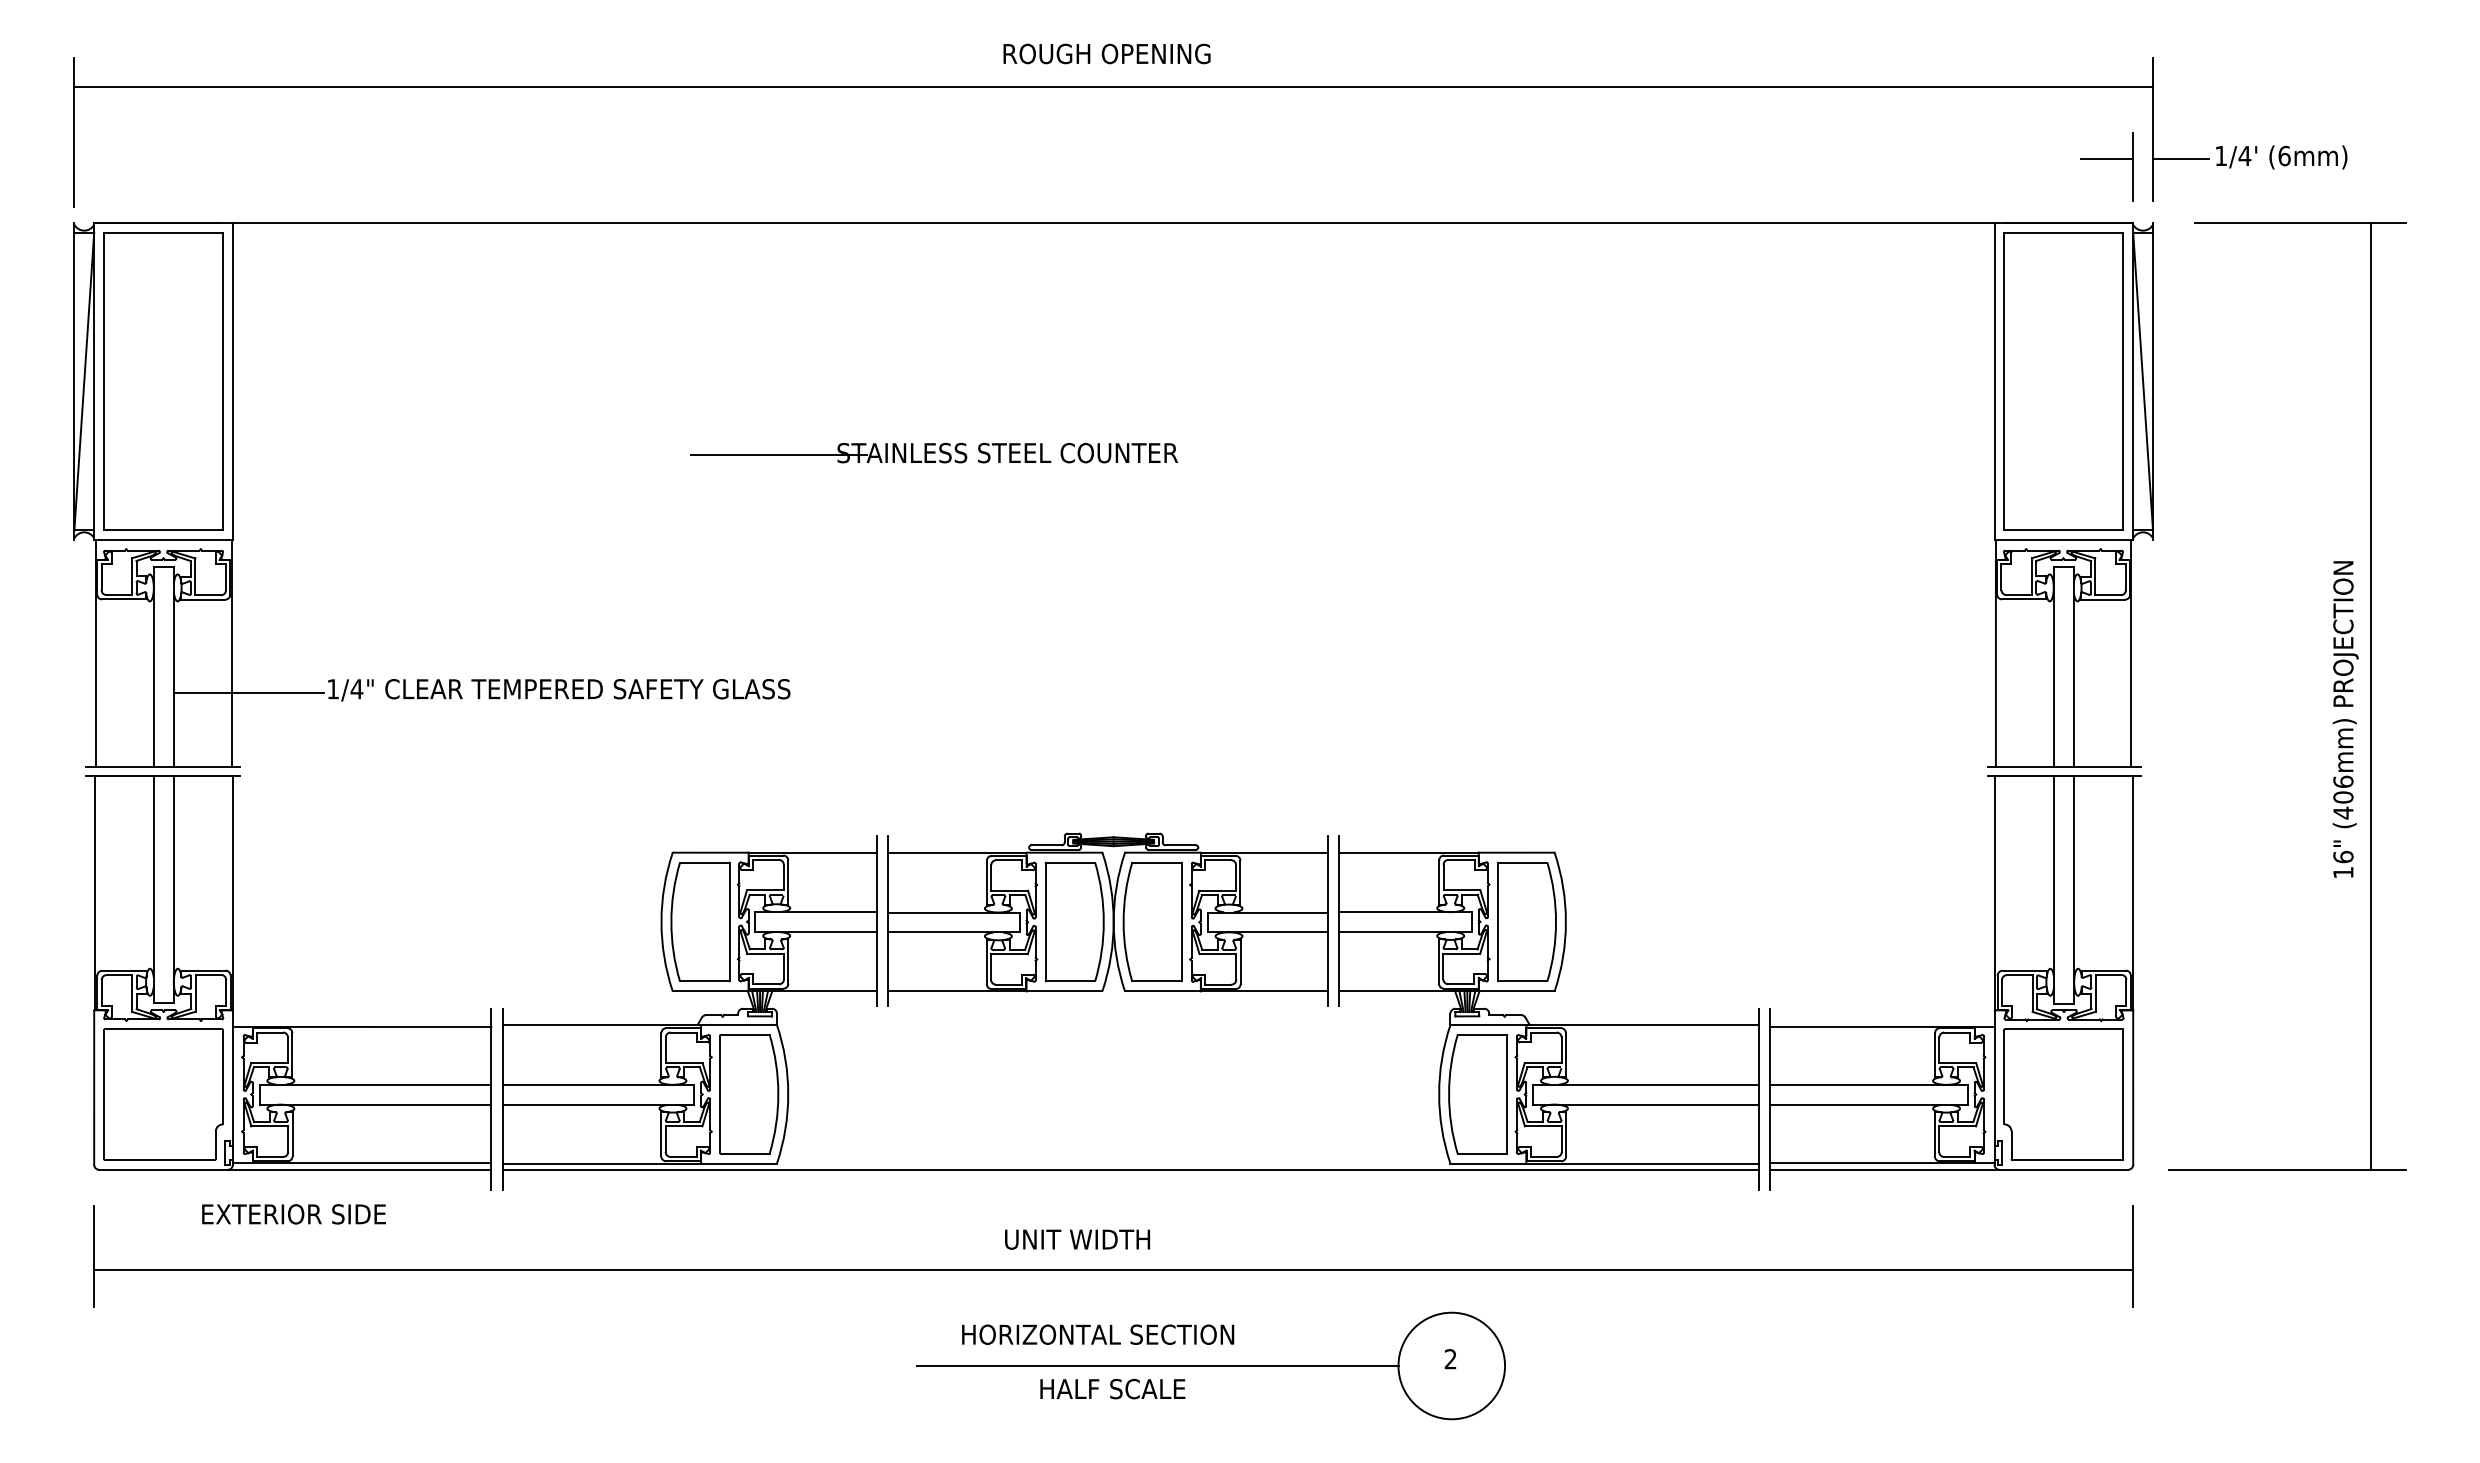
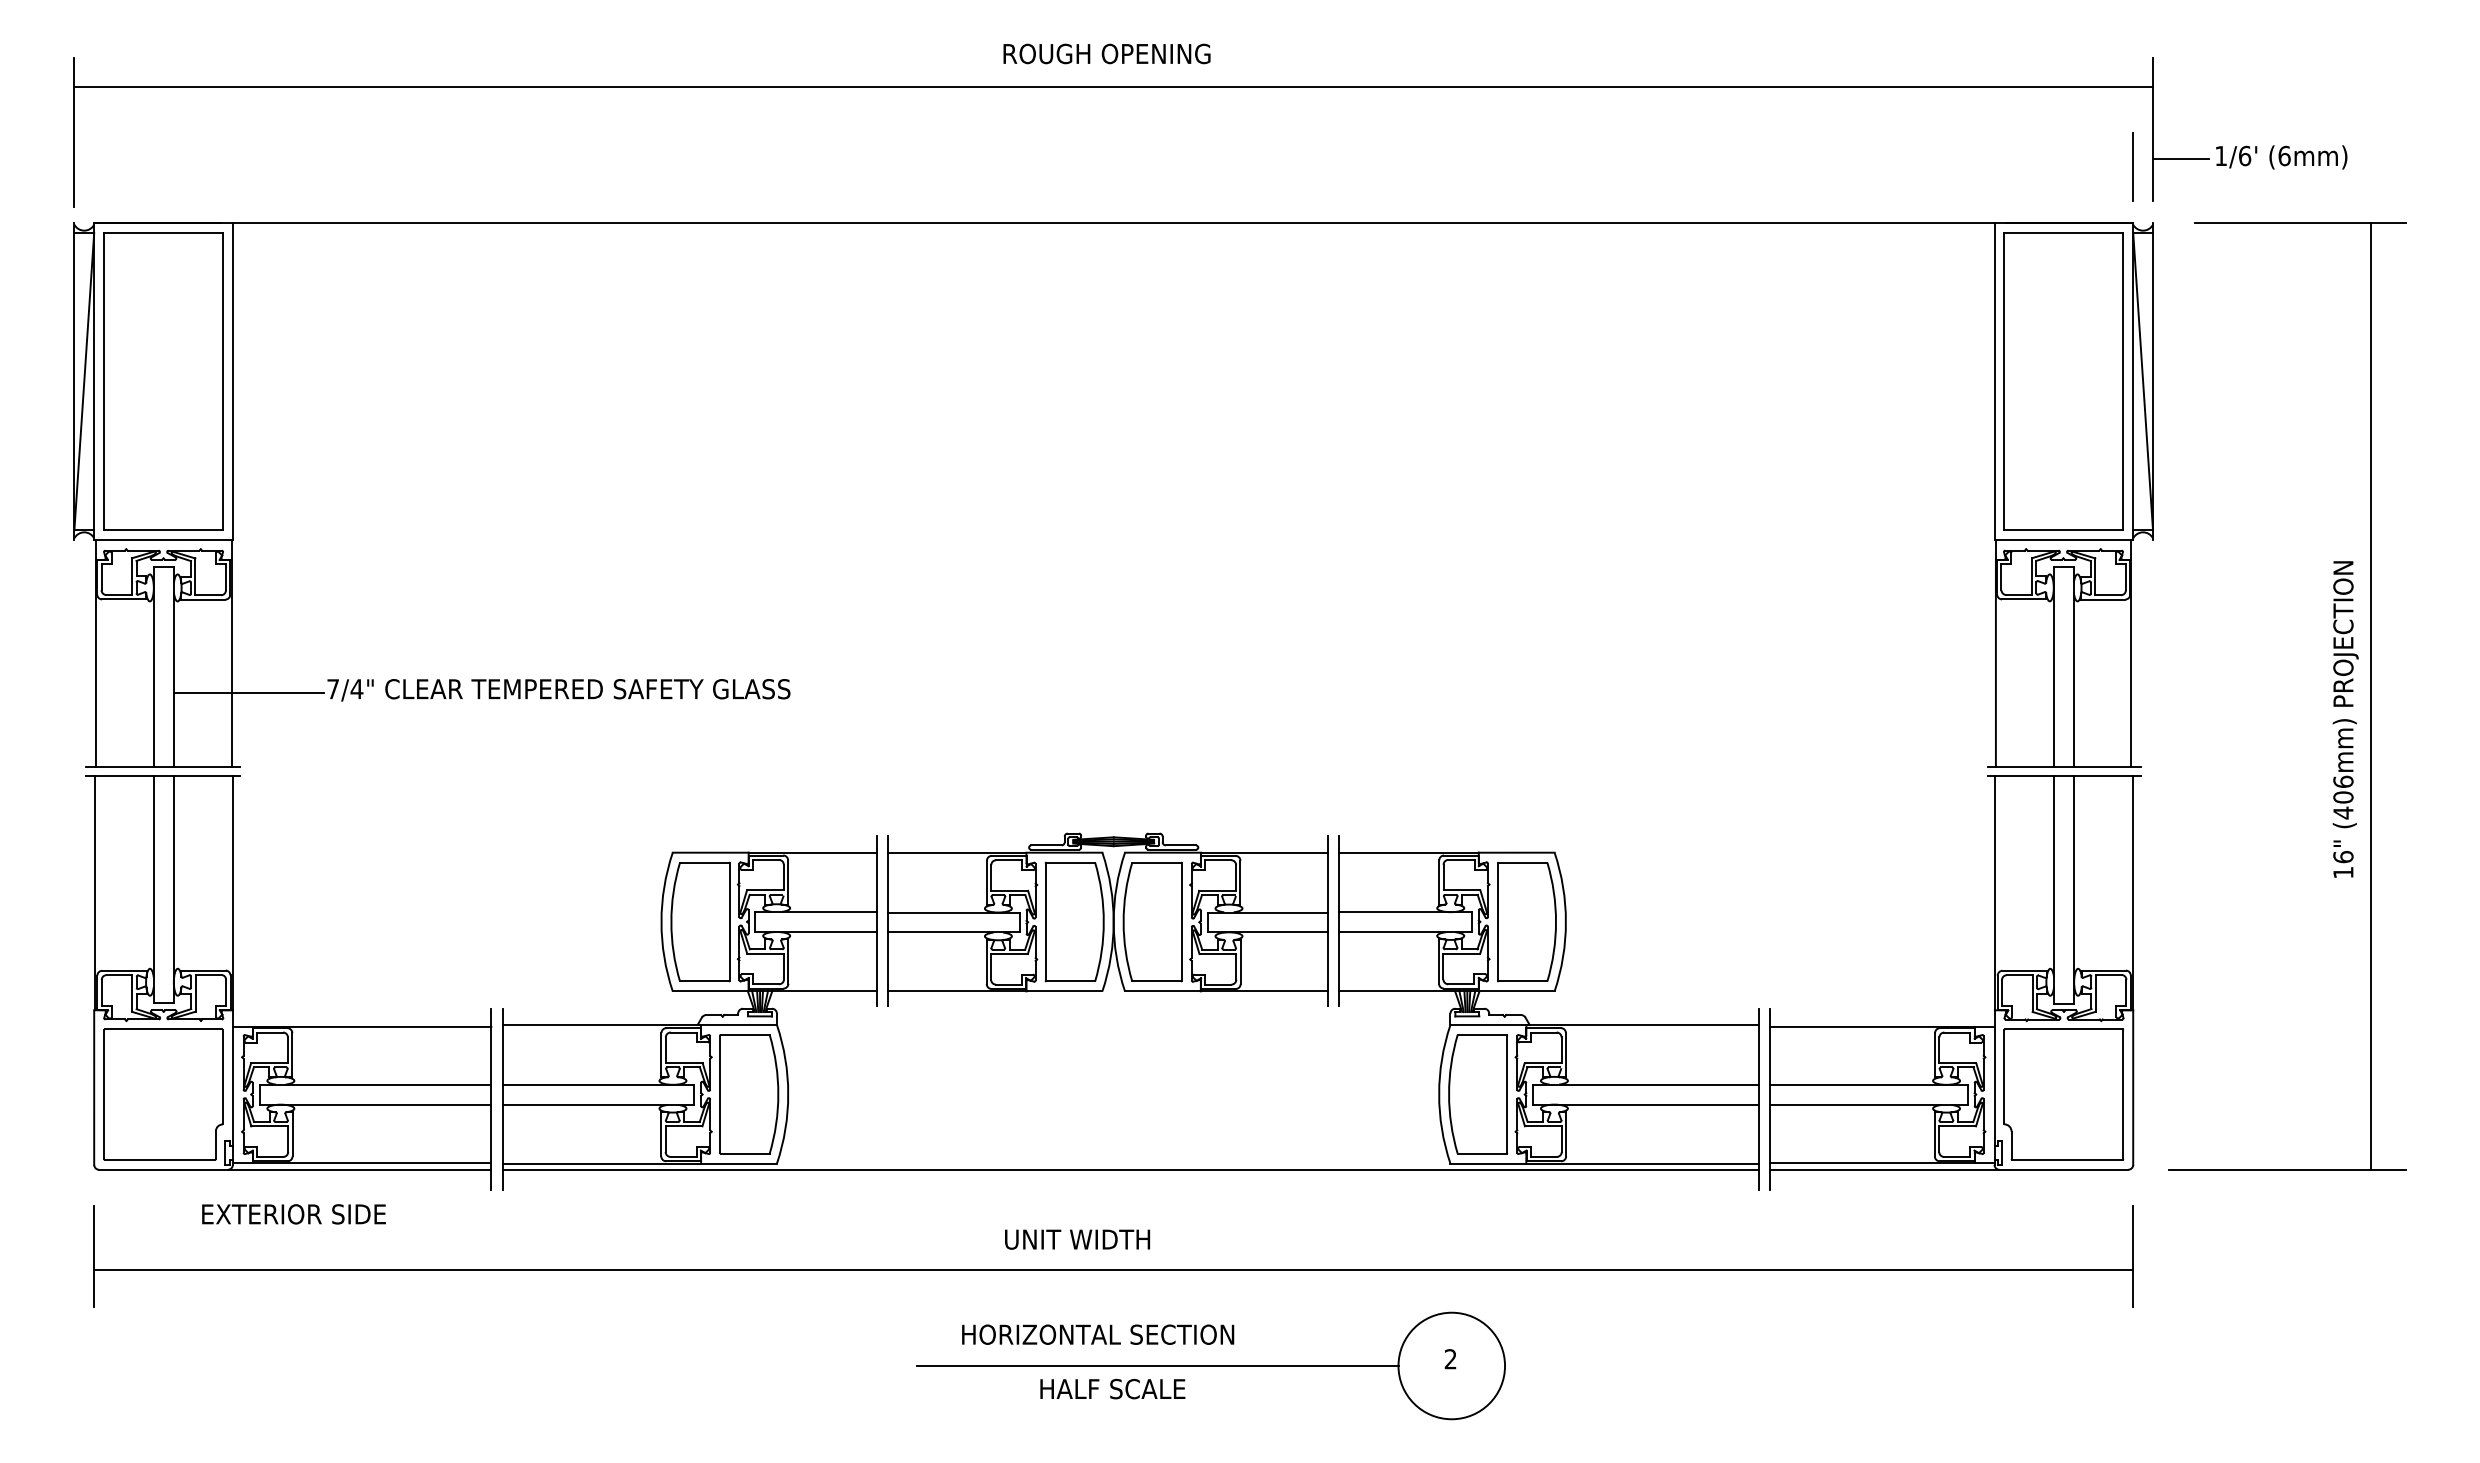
text at (2244, 155): 1/4' -> 1/6'
line at (2106, 159): present -> none
part at (934, 453): present -> none
text at (332, 689): 1/4" -> 7/4"
